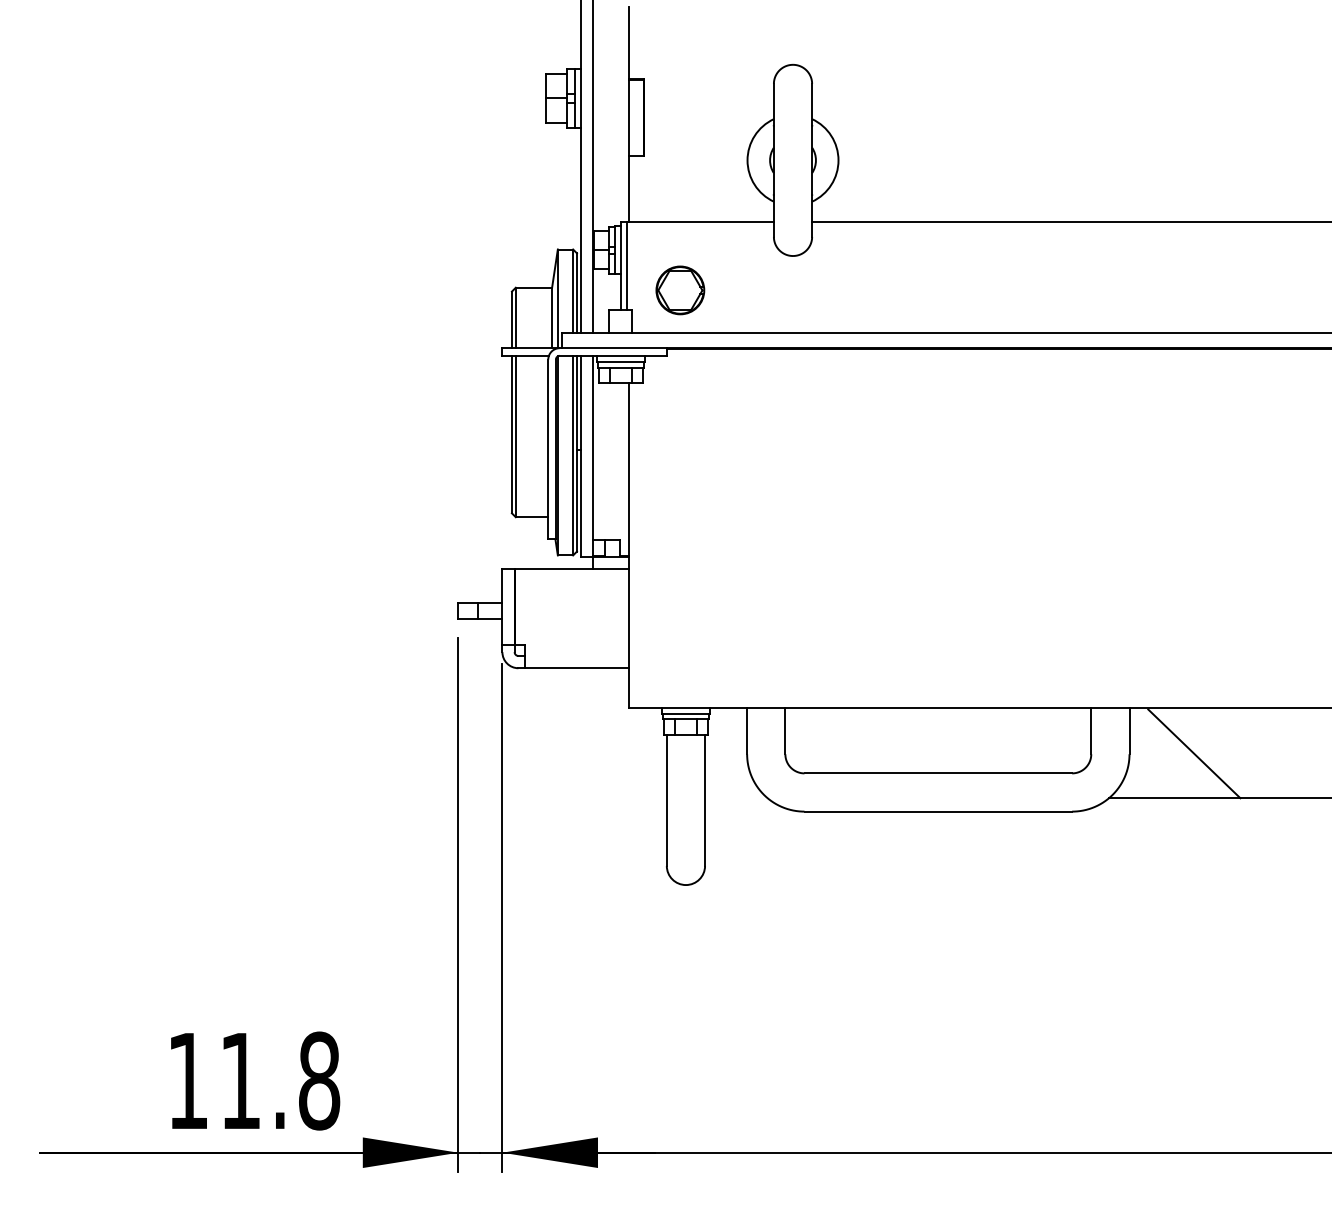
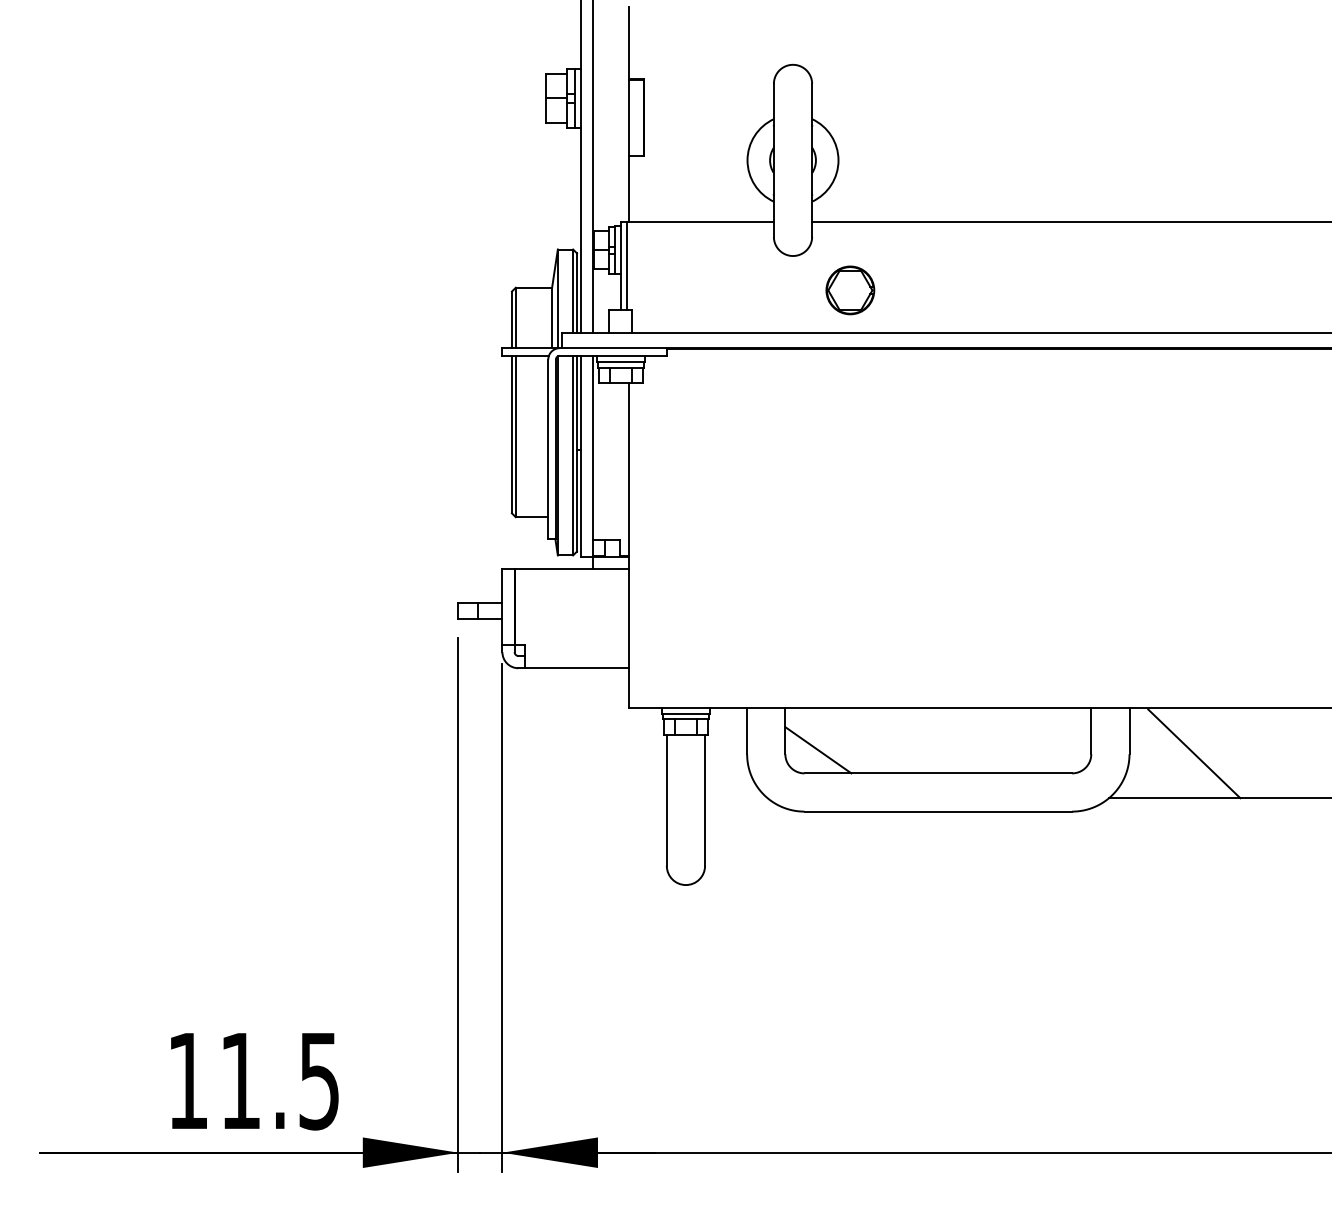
part at (680, 290) position: (680, 290) -> (850, 290)
line at (818, 750): none -> present
text at (319, 1080): 11.8 -> 11.5
